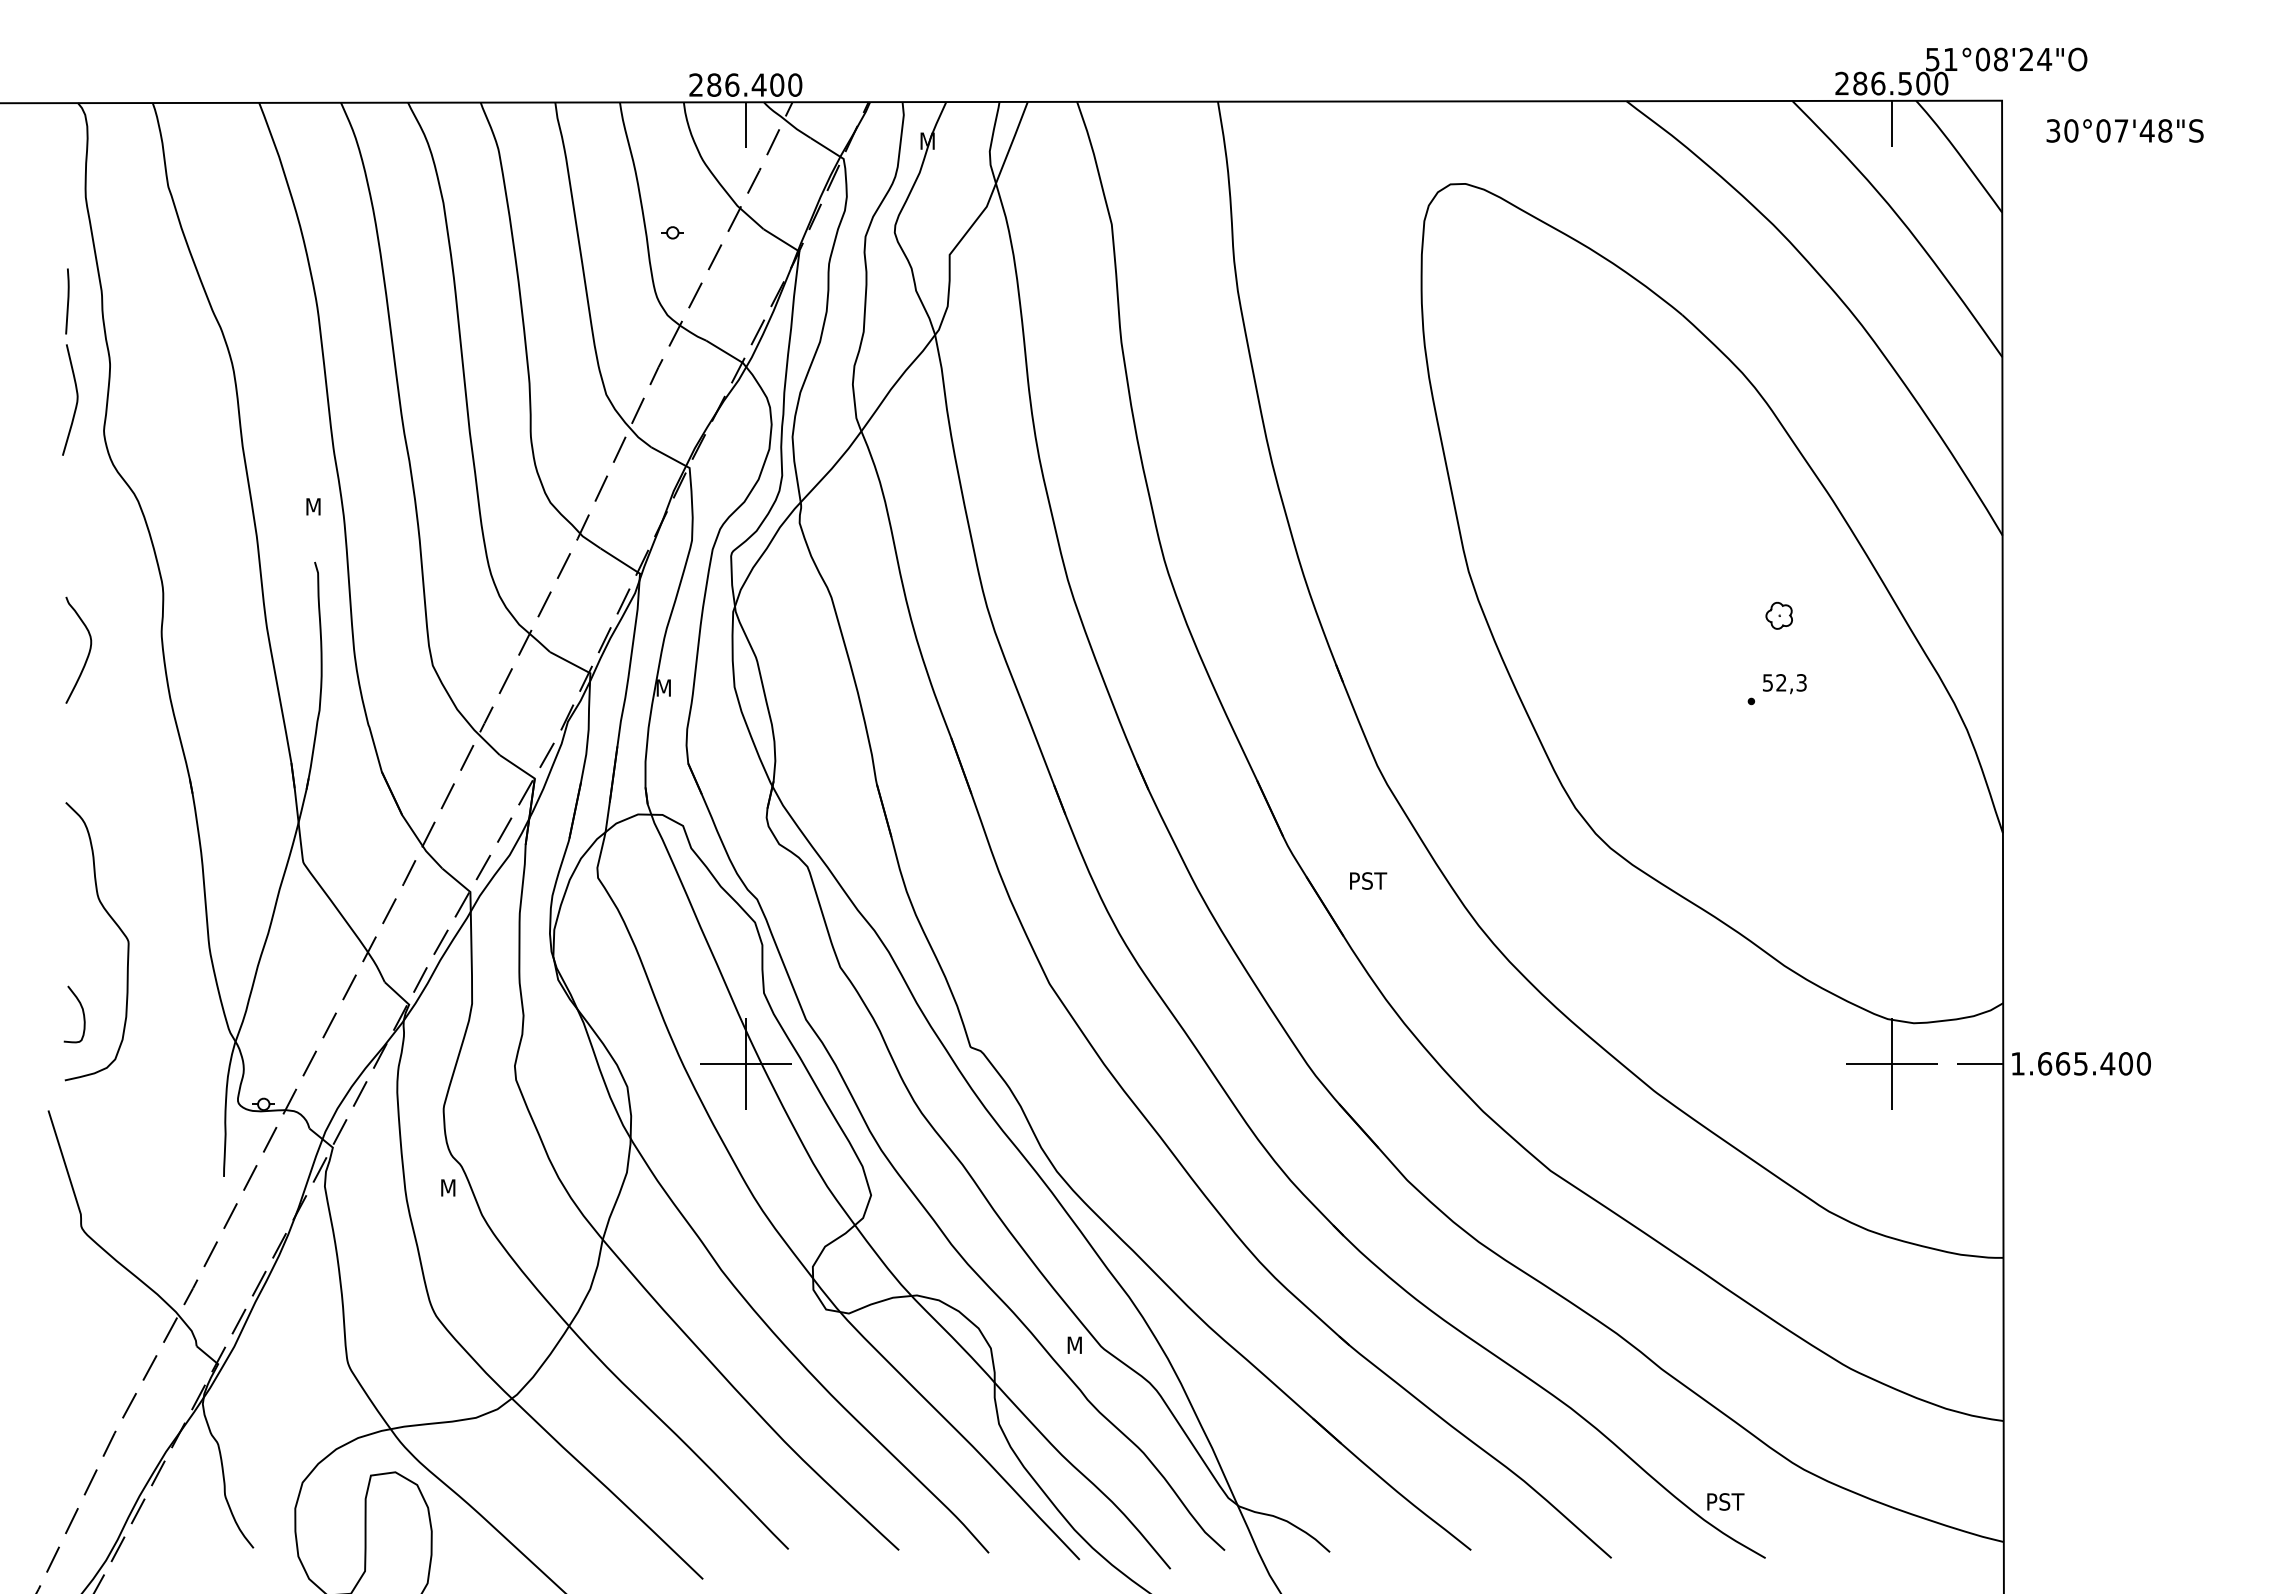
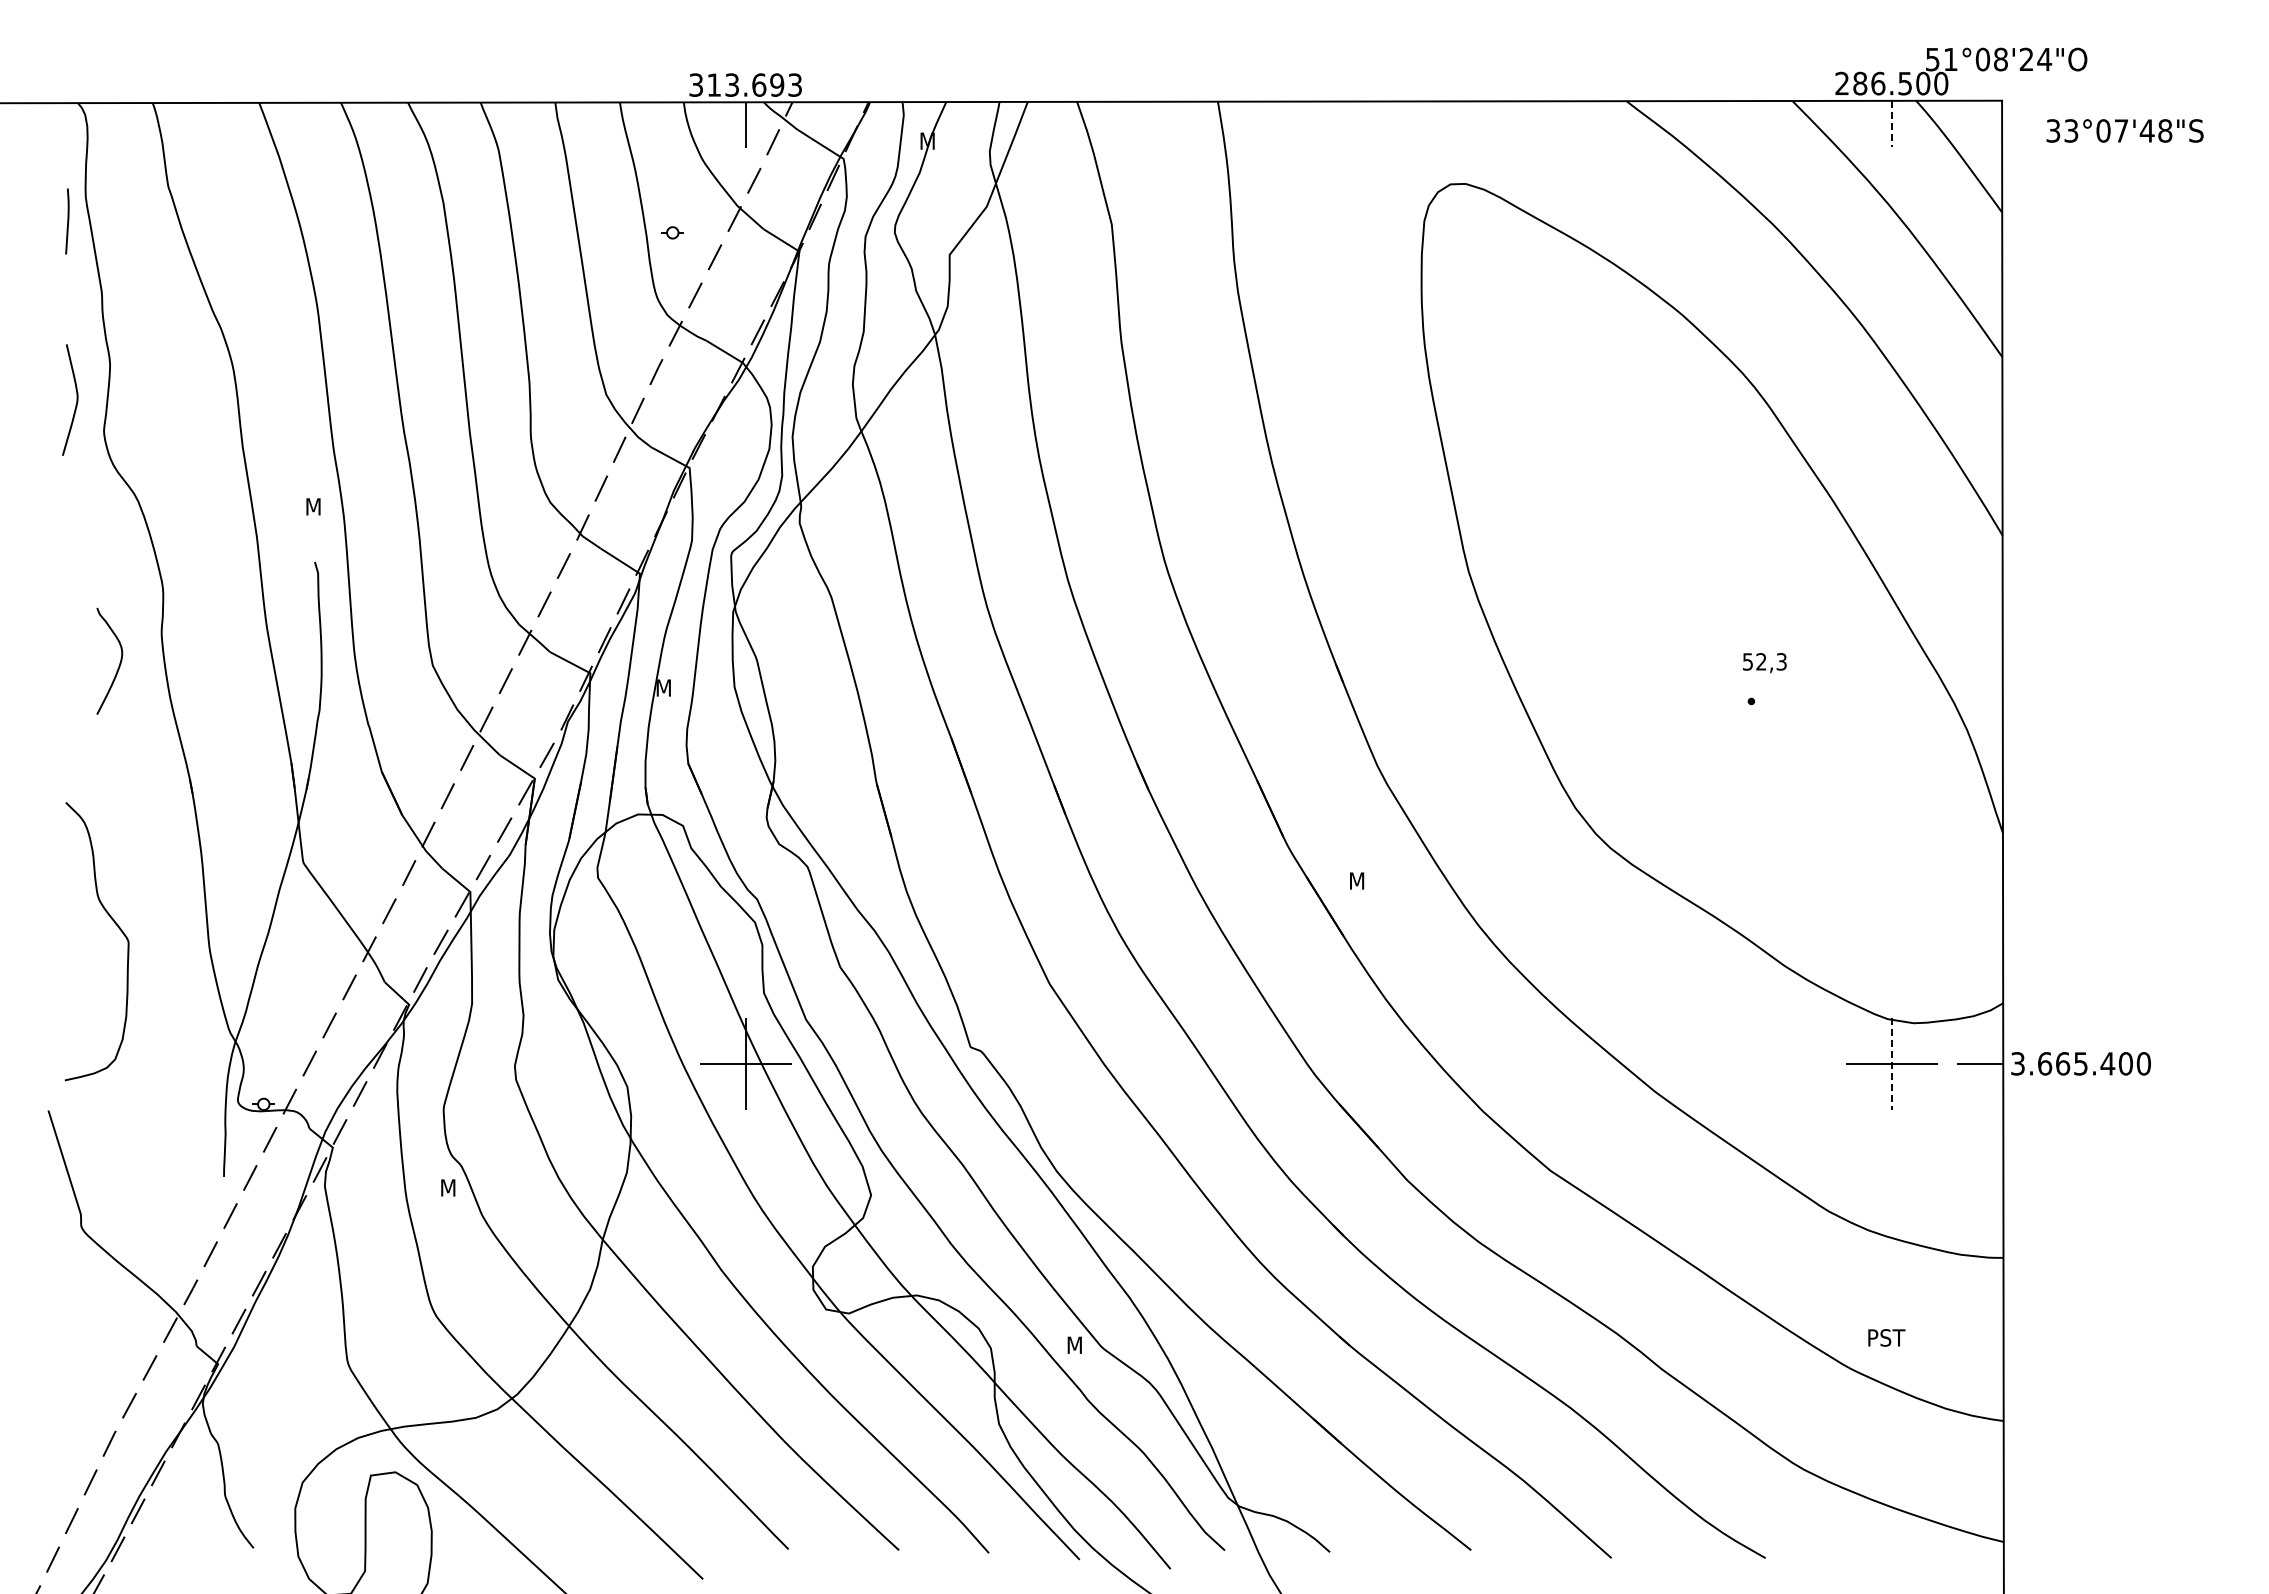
text at (745, 84): 286.400 -> 313.693
line at (1891, 123): solid -> dashed
text at (2071, 130): 30°07'48"S -> 33°07'48"S
line at (67, 301) position: (67, 301) -> (67, 221)
part at (1778, 615): present -> none
curve at (88, 651) position: (88, 651) -> (119, 662)
text at (1784, 684) position: (1784, 684) -> (1764, 663)
text at (1369, 880): PST -> M
curve at (82, 1013): present -> none
line at (1891, 1063): solid -> dashed
text at (2017, 1063): 1.665.400 -> 3.665.400
text at (1725, 1501) position: (1725, 1501) -> (1886, 1337)
